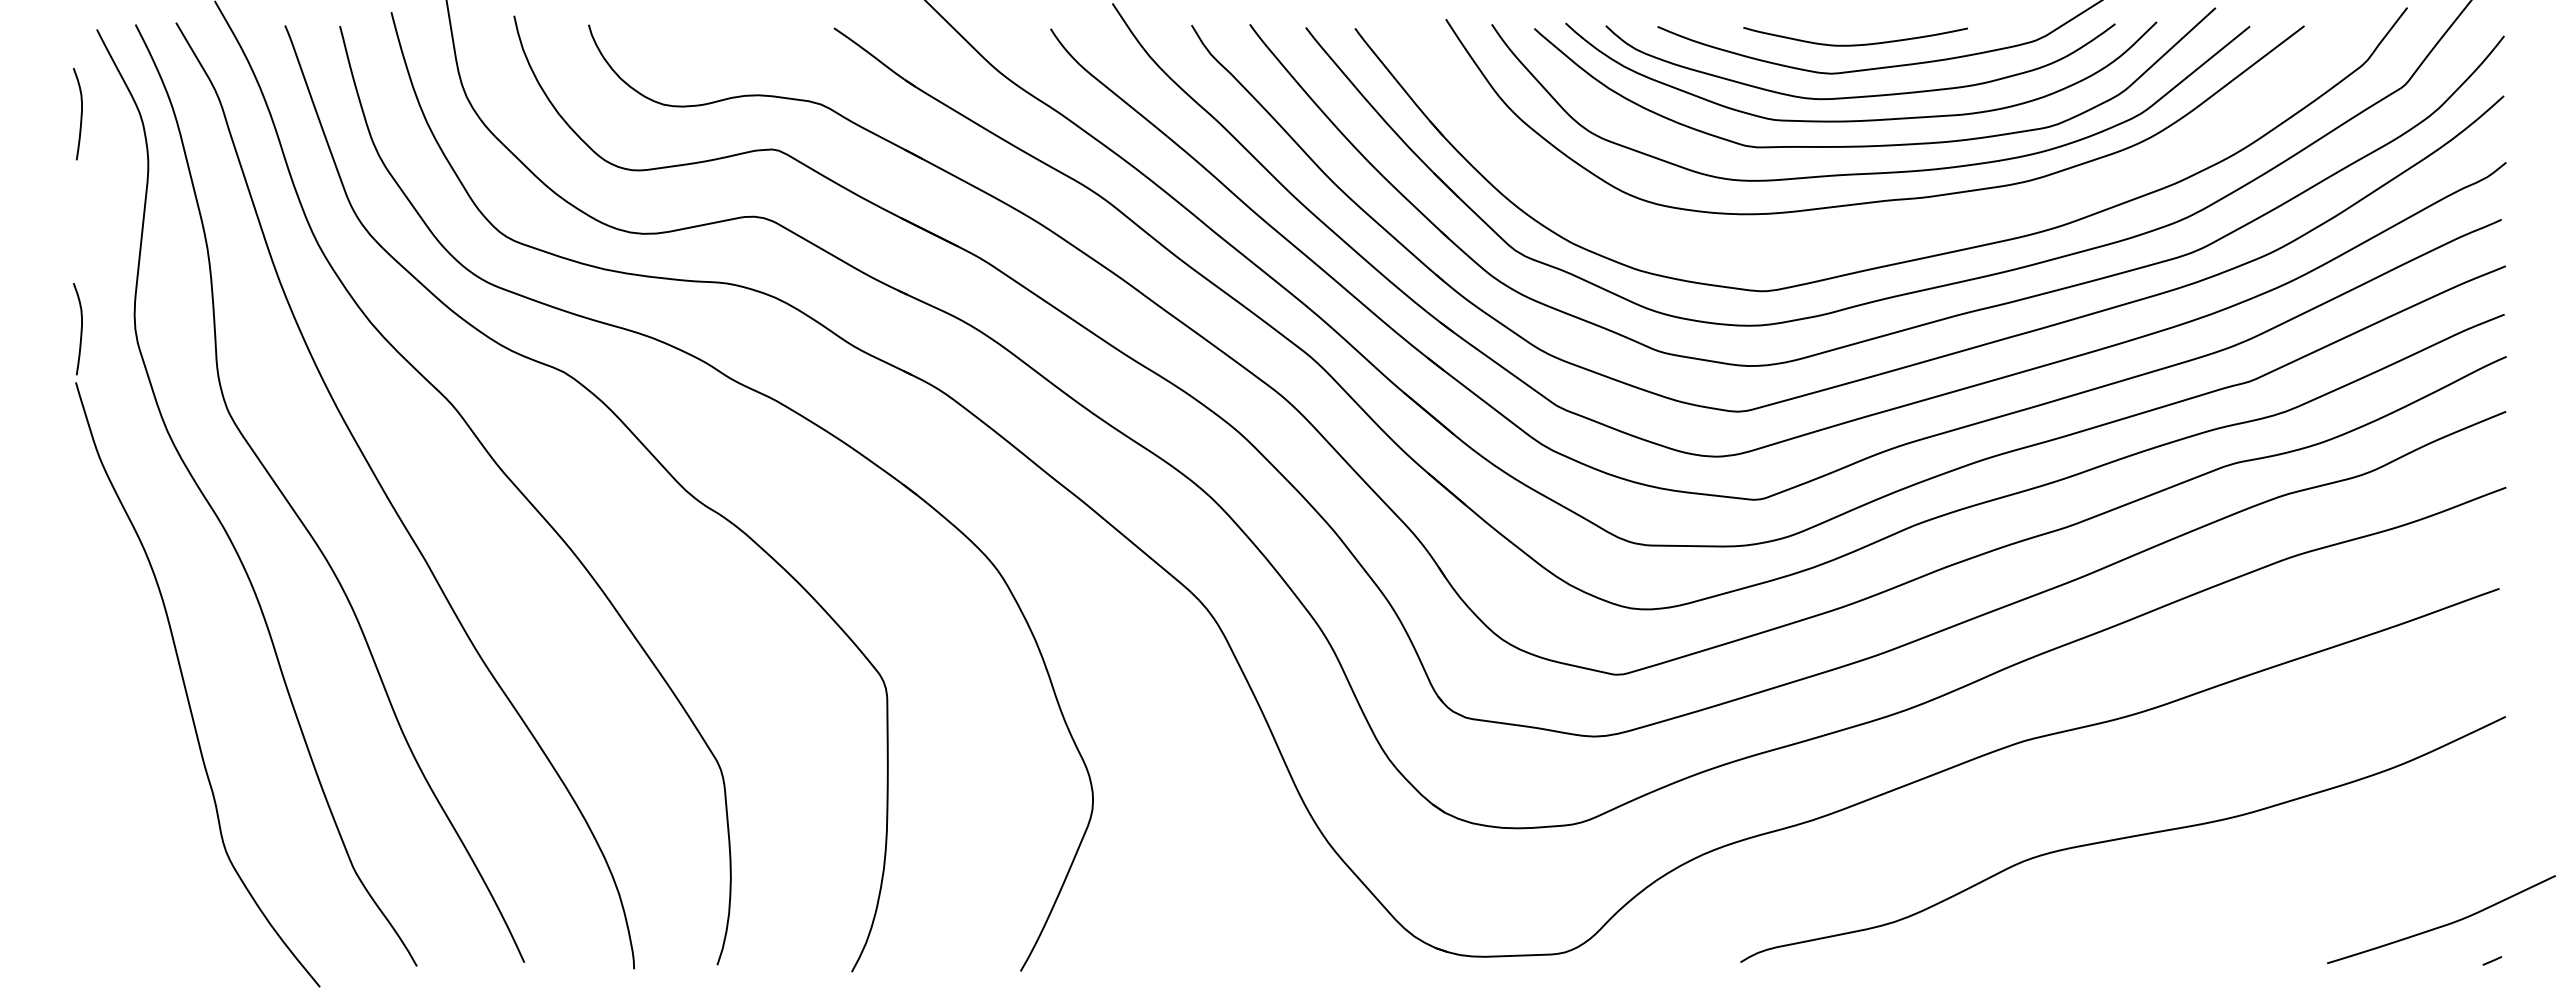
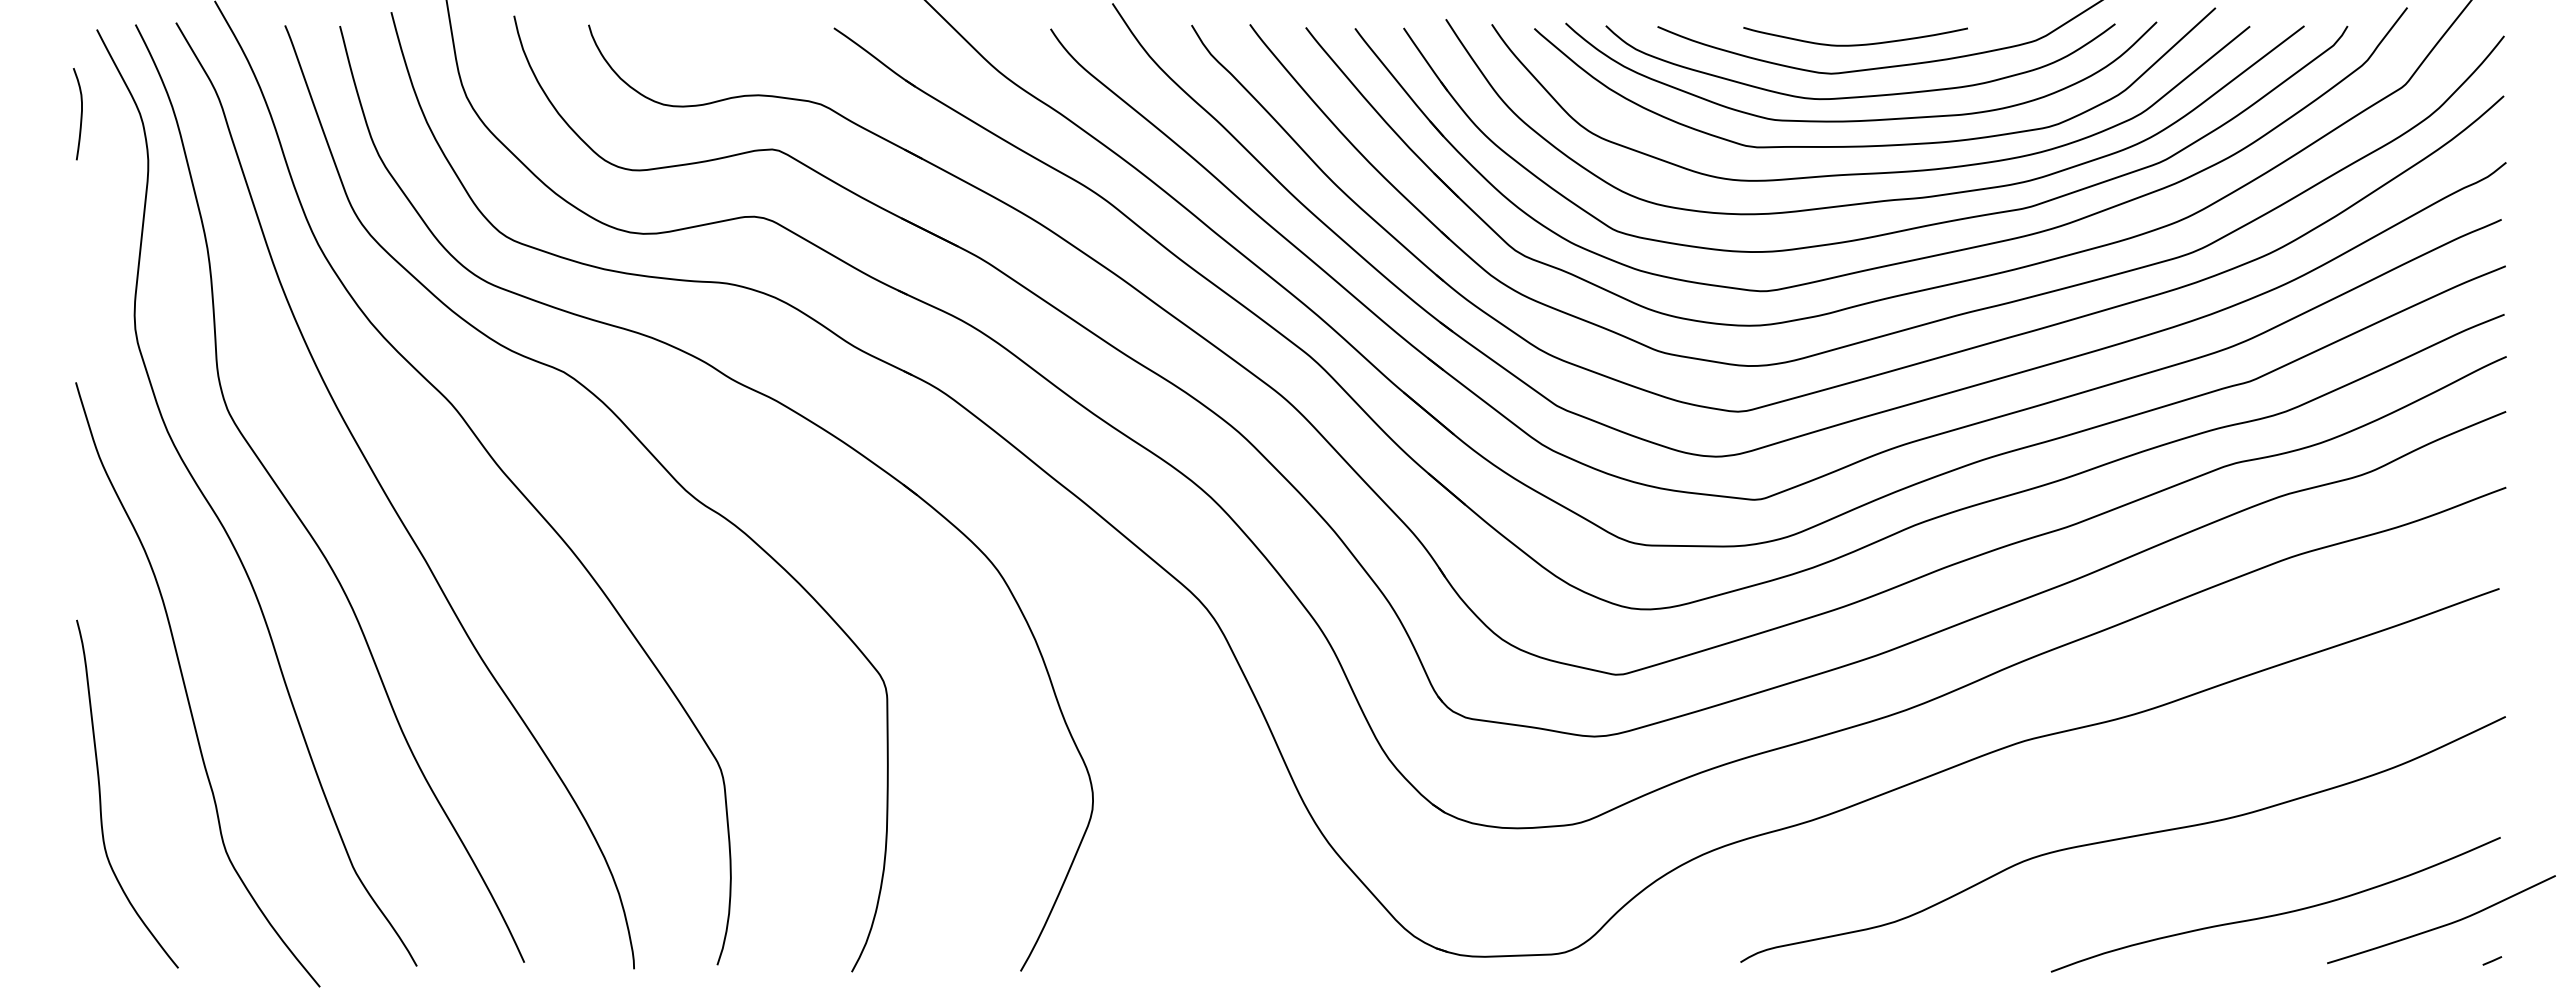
part at (1893, 231): none -> present
curve at (80, 329): present -> none
curve at (101, 799): none -> present
curve at (2277, 913): none -> present
